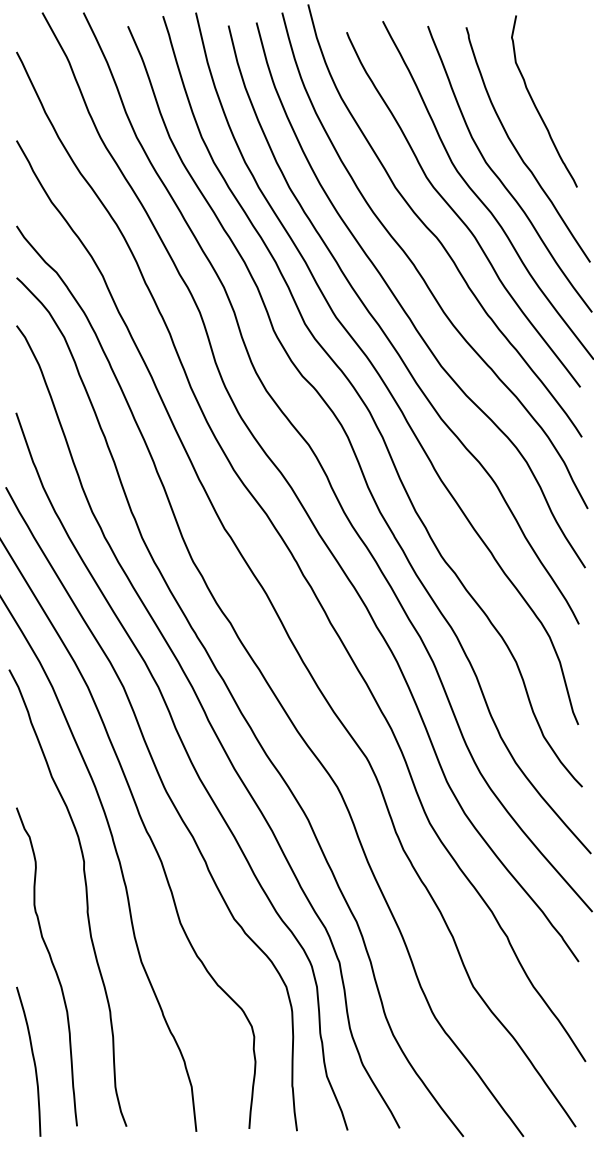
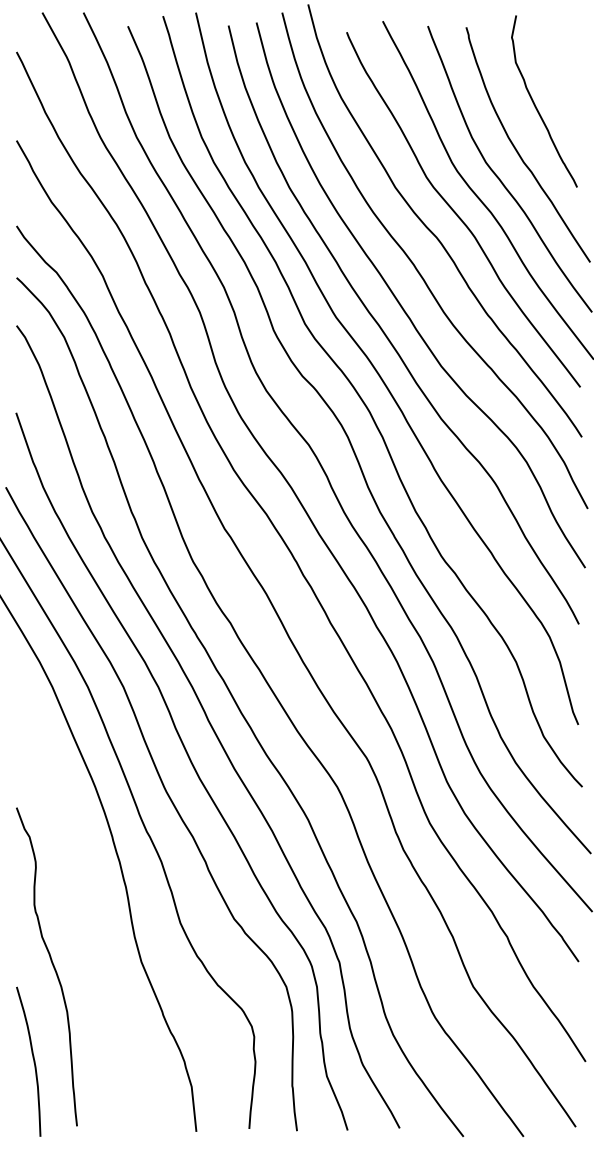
curve at (85, 893): present -> none
